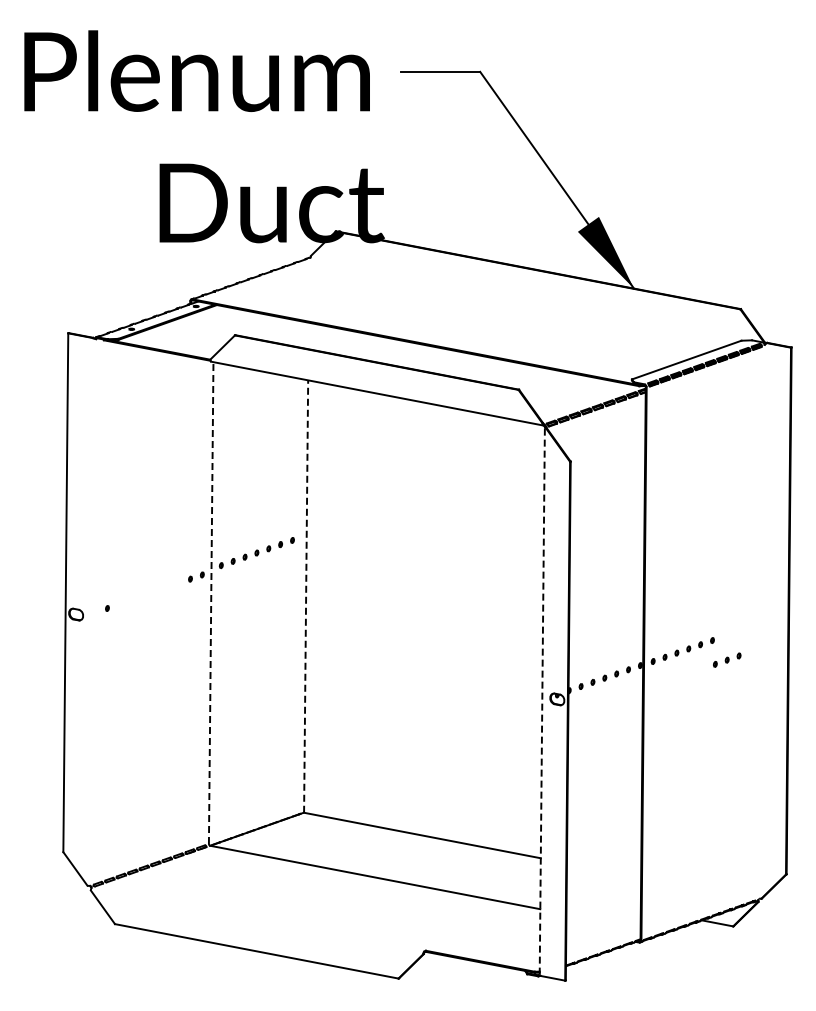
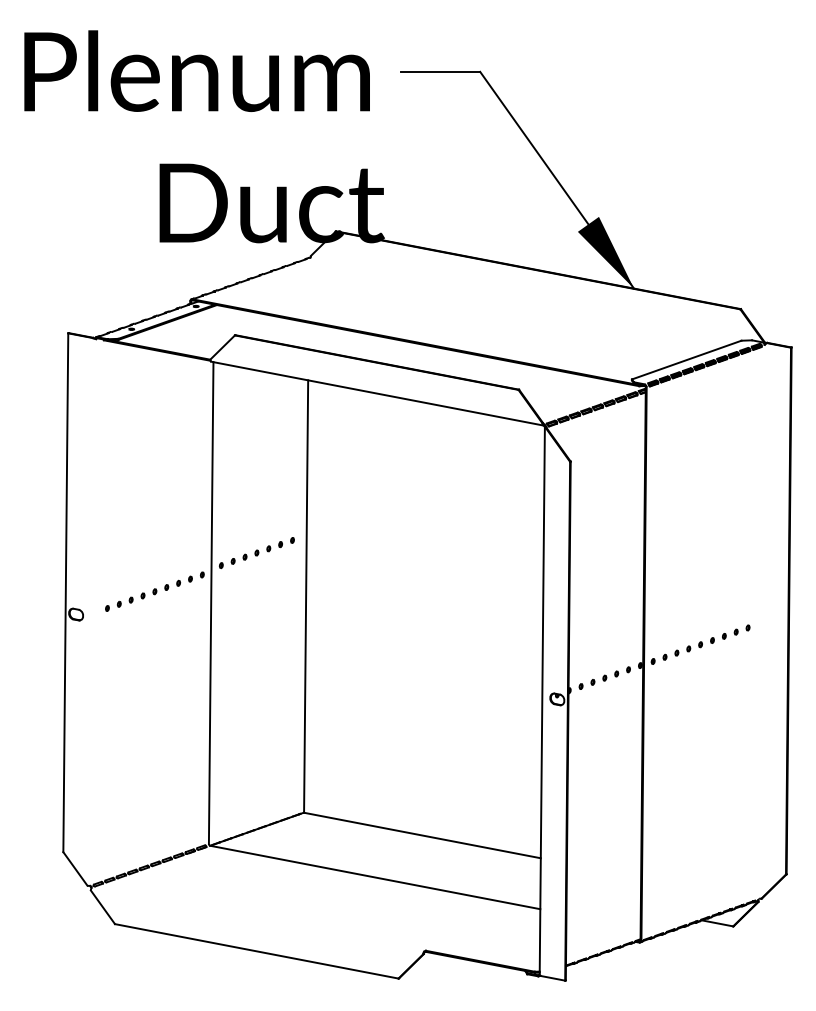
part at (148, 593): none -> present
line at (306, 596): dashed -> solid
line at (211, 603): dashed -> solid
part at (727, 659) position: (727, 659) -> (736, 631)
line at (542, 700): dashed -> solid
